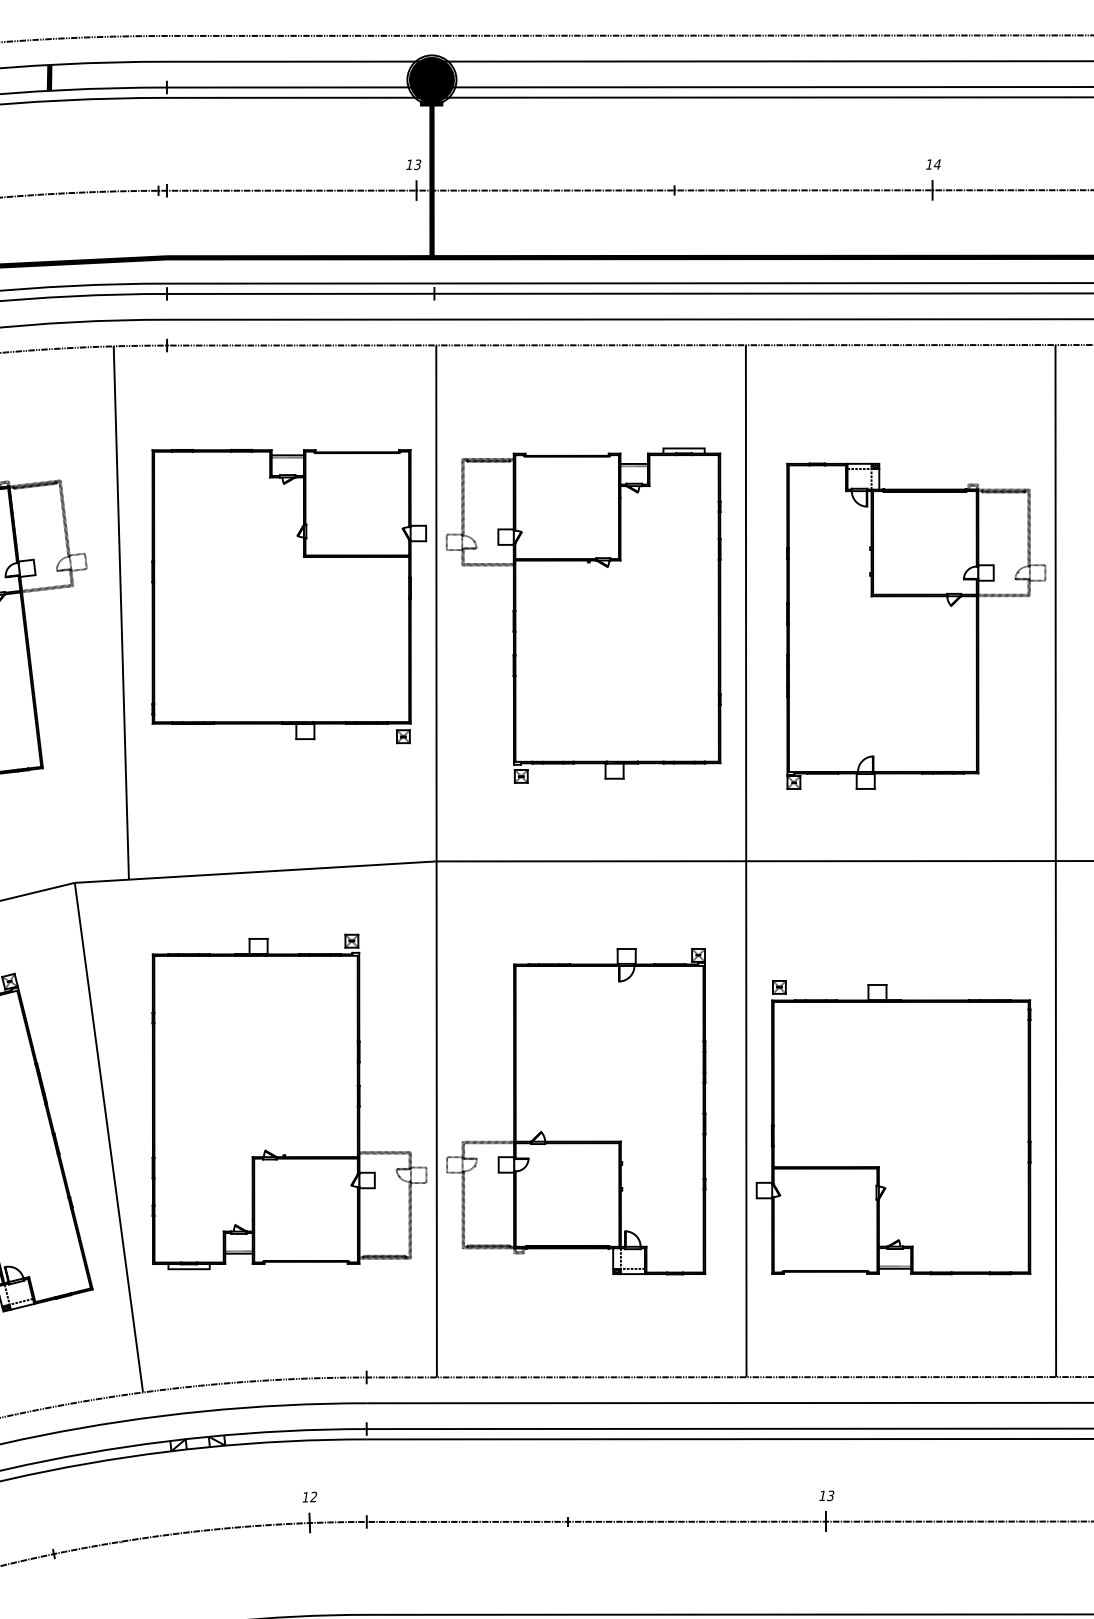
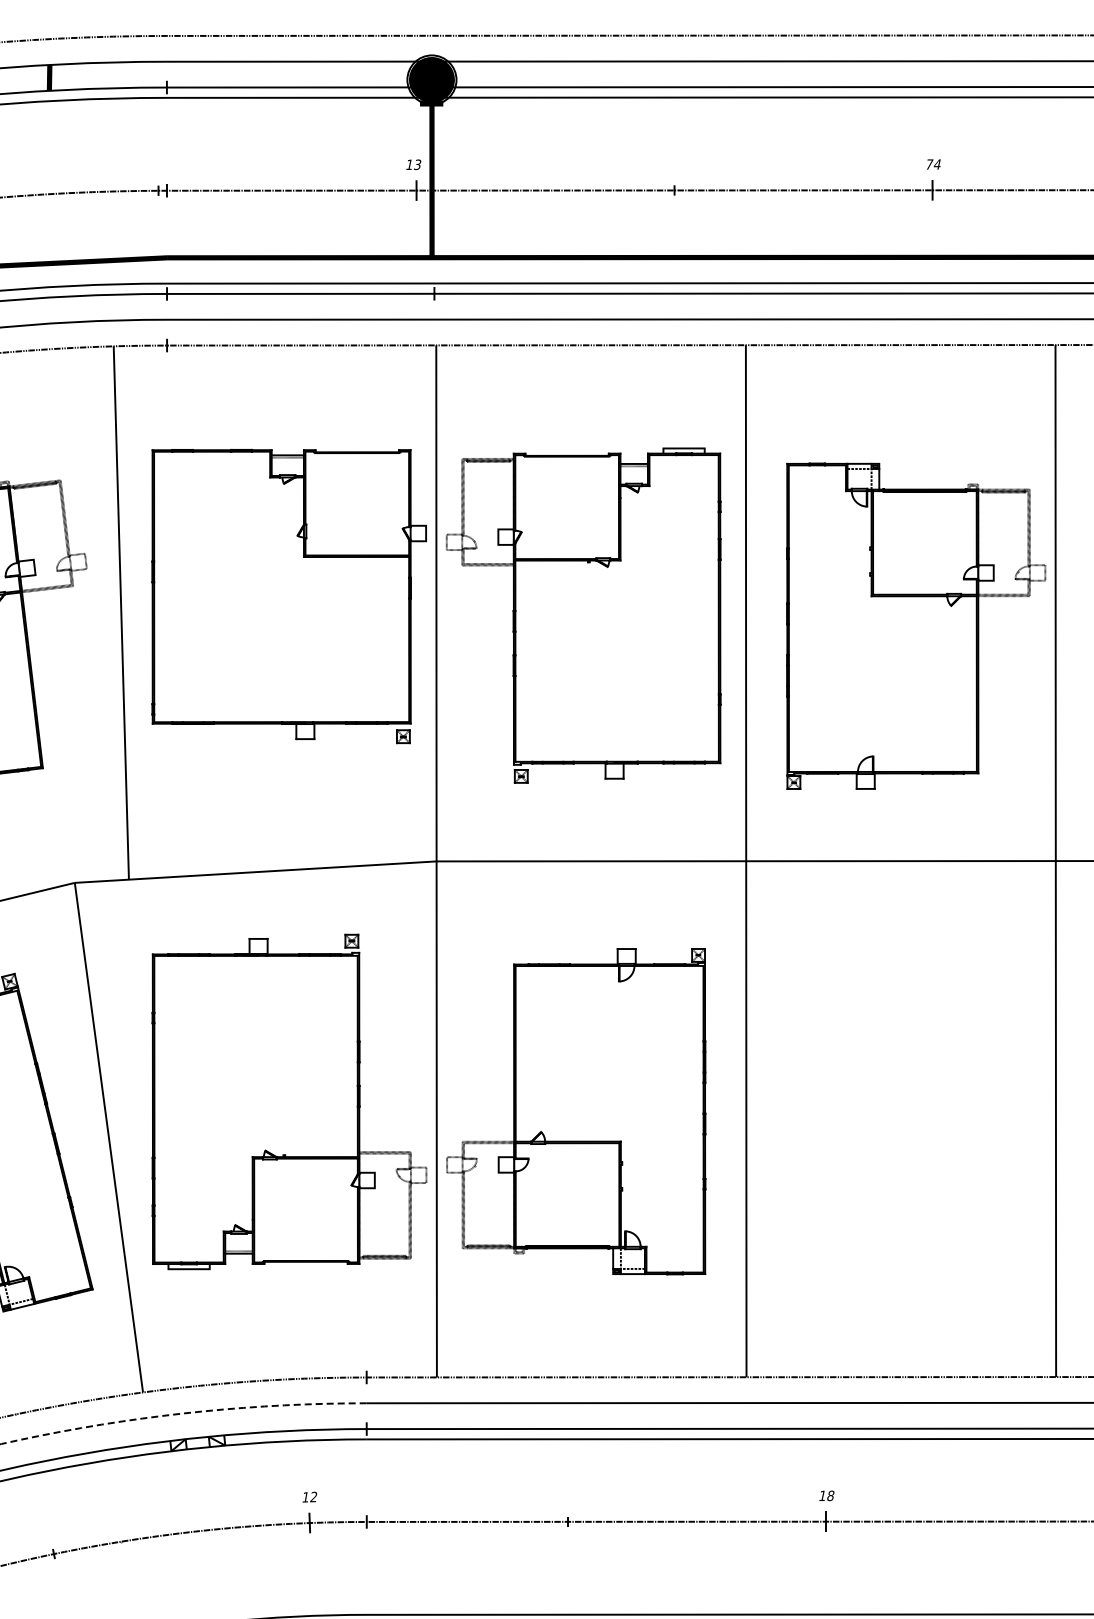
text at (929, 164): 14 -> 74
part at (893, 1127): present -> none
line at (182, 1413): solid -> dashed
text at (830, 1495): 13 -> 18
